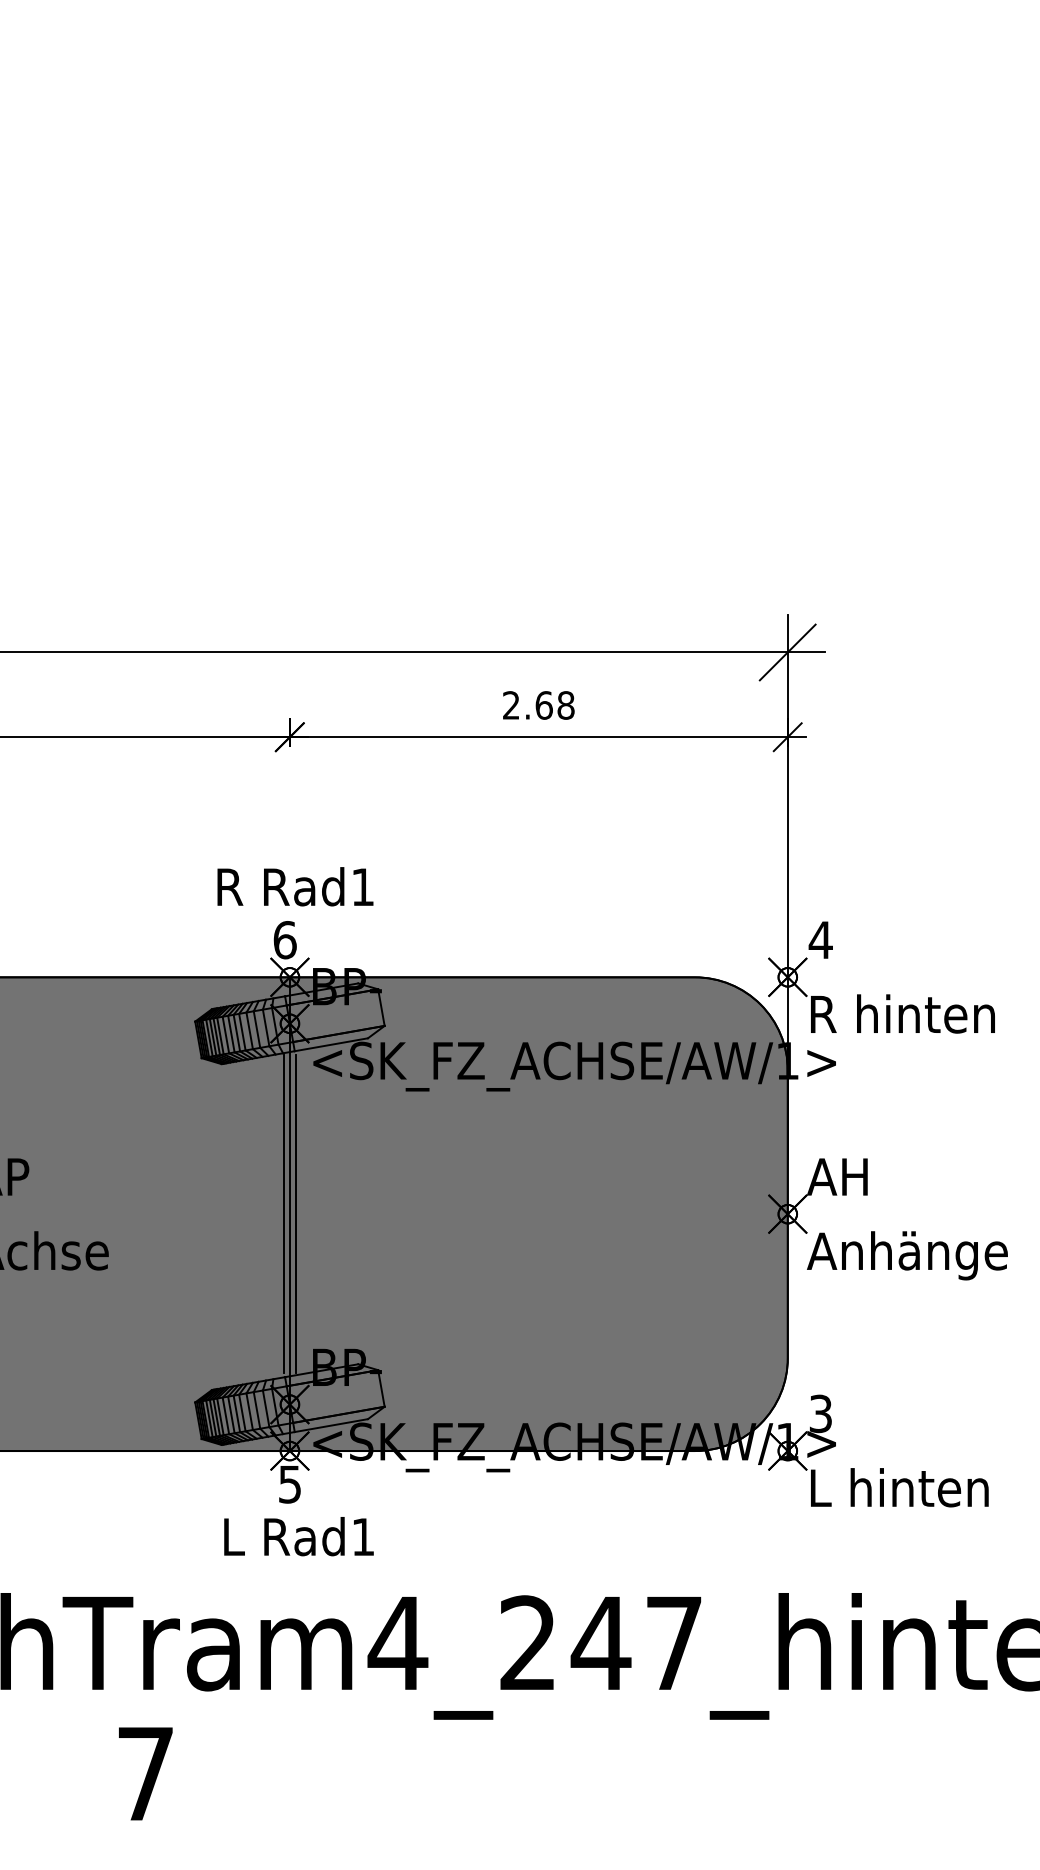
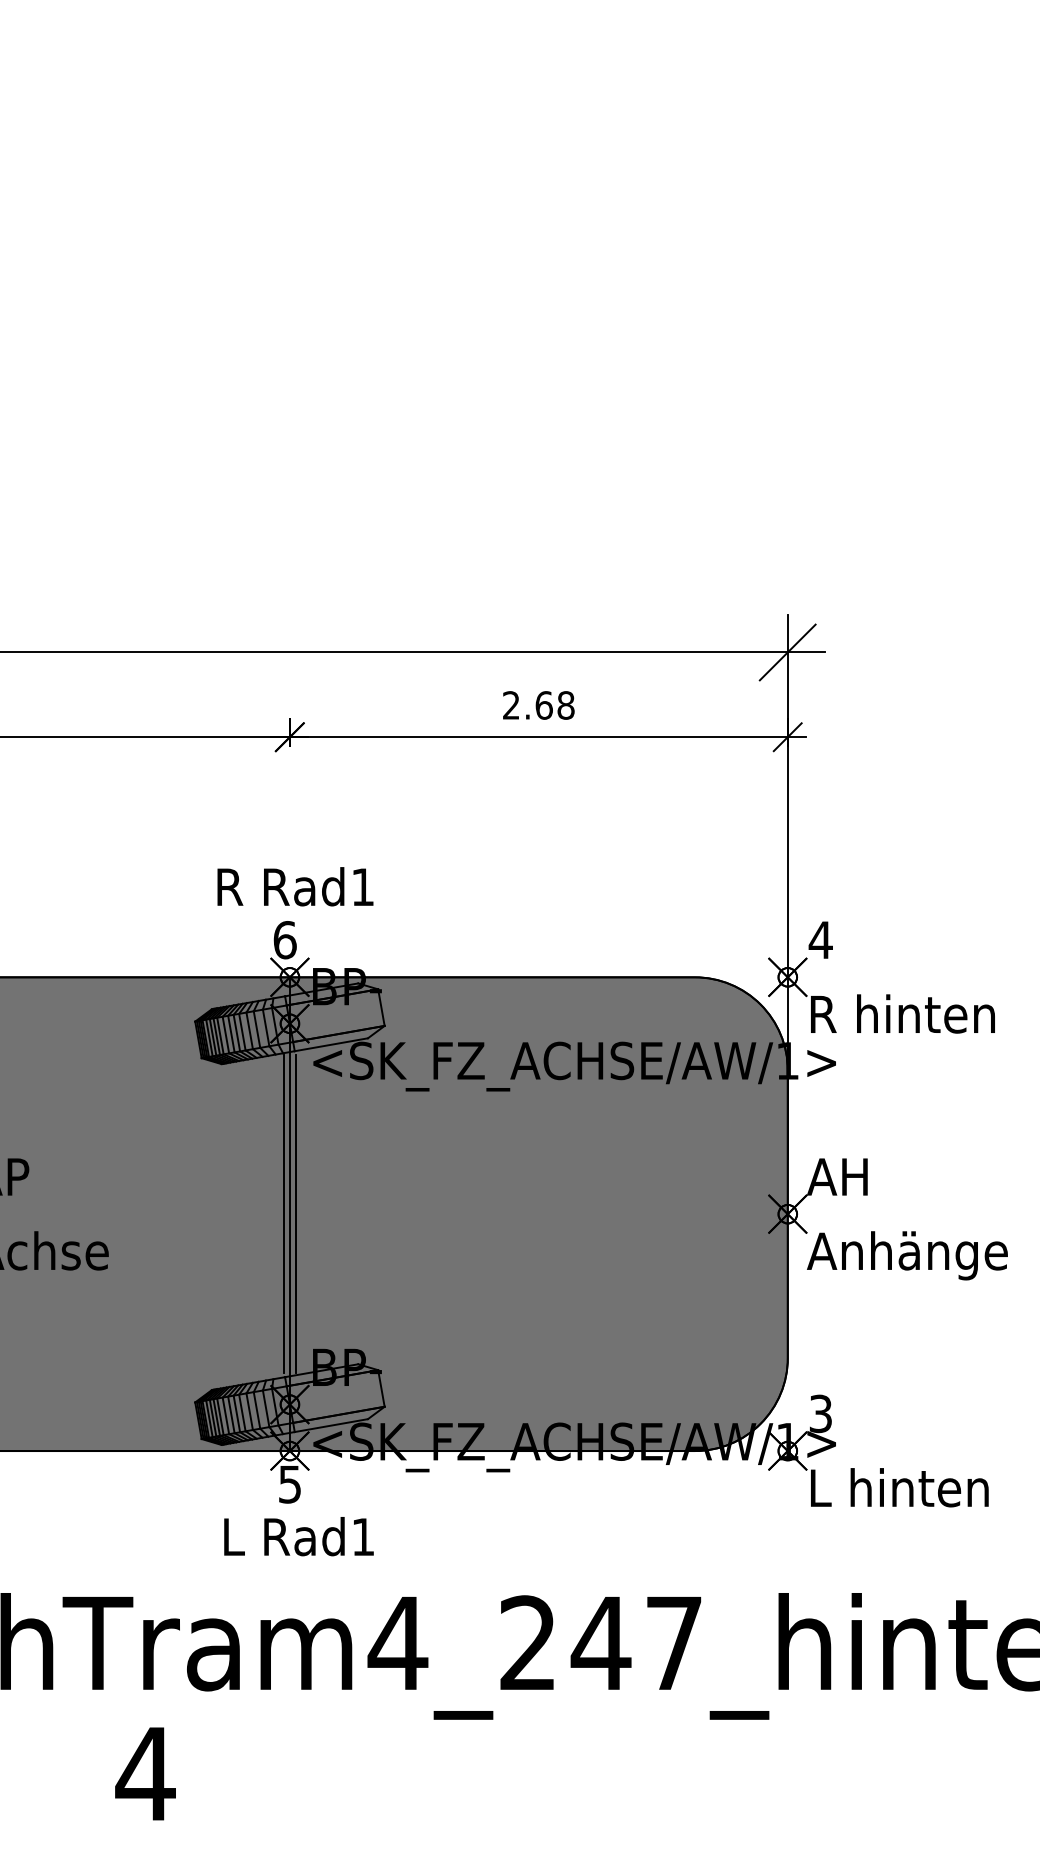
text at (145, 1773): 7 -> 4
